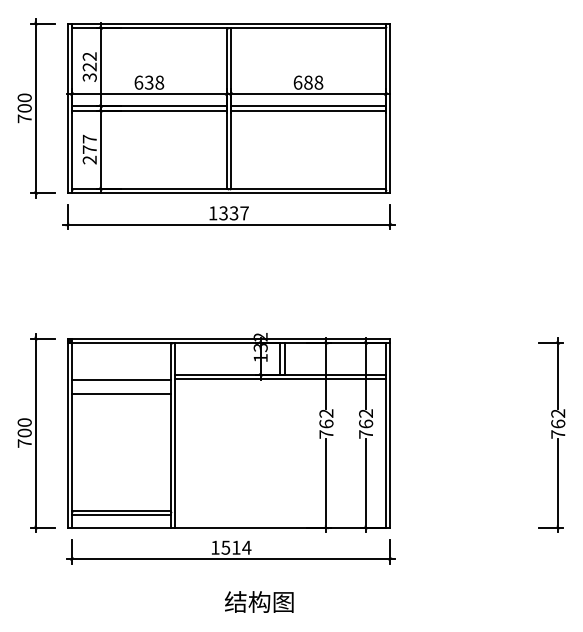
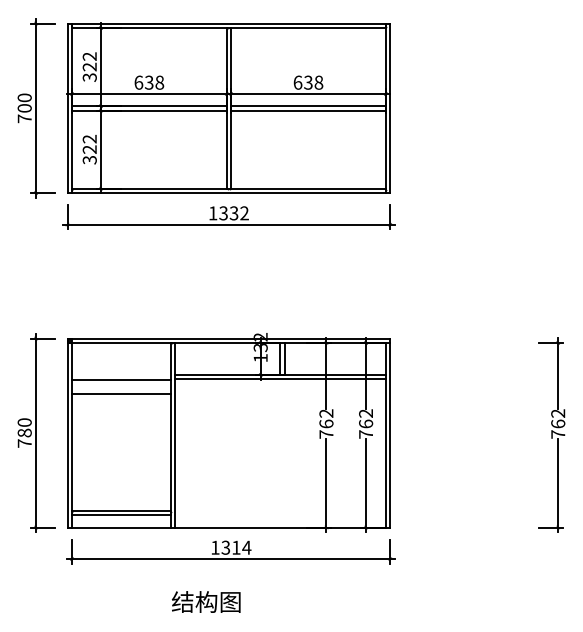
text at (308, 82): 688 -> 638
text at (89, 149): 277 -> 322
text at (244, 213): 1337 -> 1332
text at (24, 432): 700 -> 780
text at (226, 546): 1514 -> 1314
text at (259, 601) position: (259, 601) -> (206, 601)
